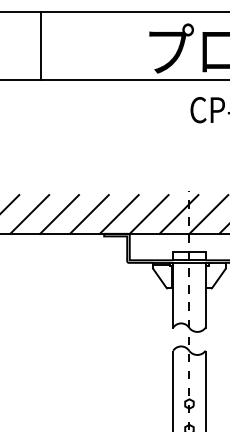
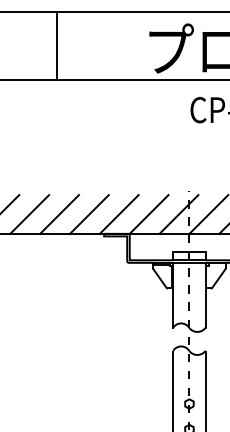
line at (41, 46) position: (41, 46) -> (57, 46)
